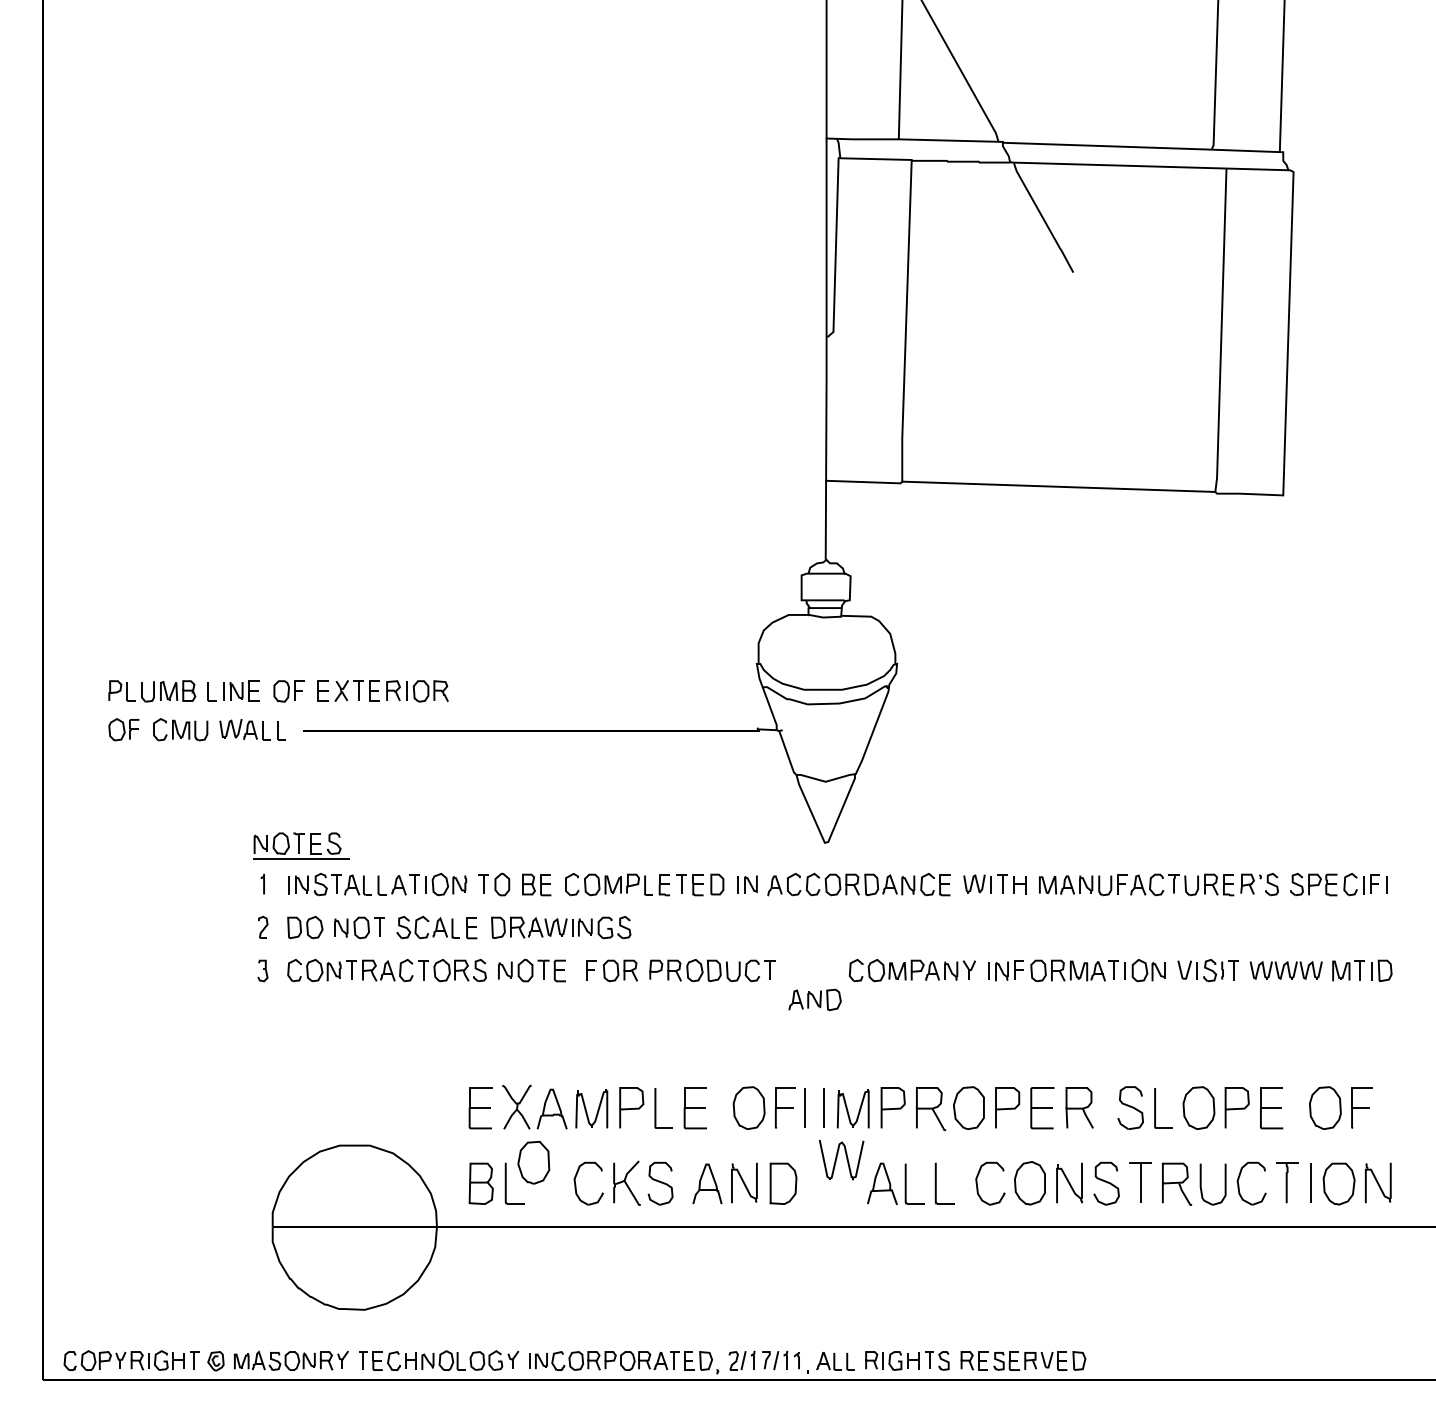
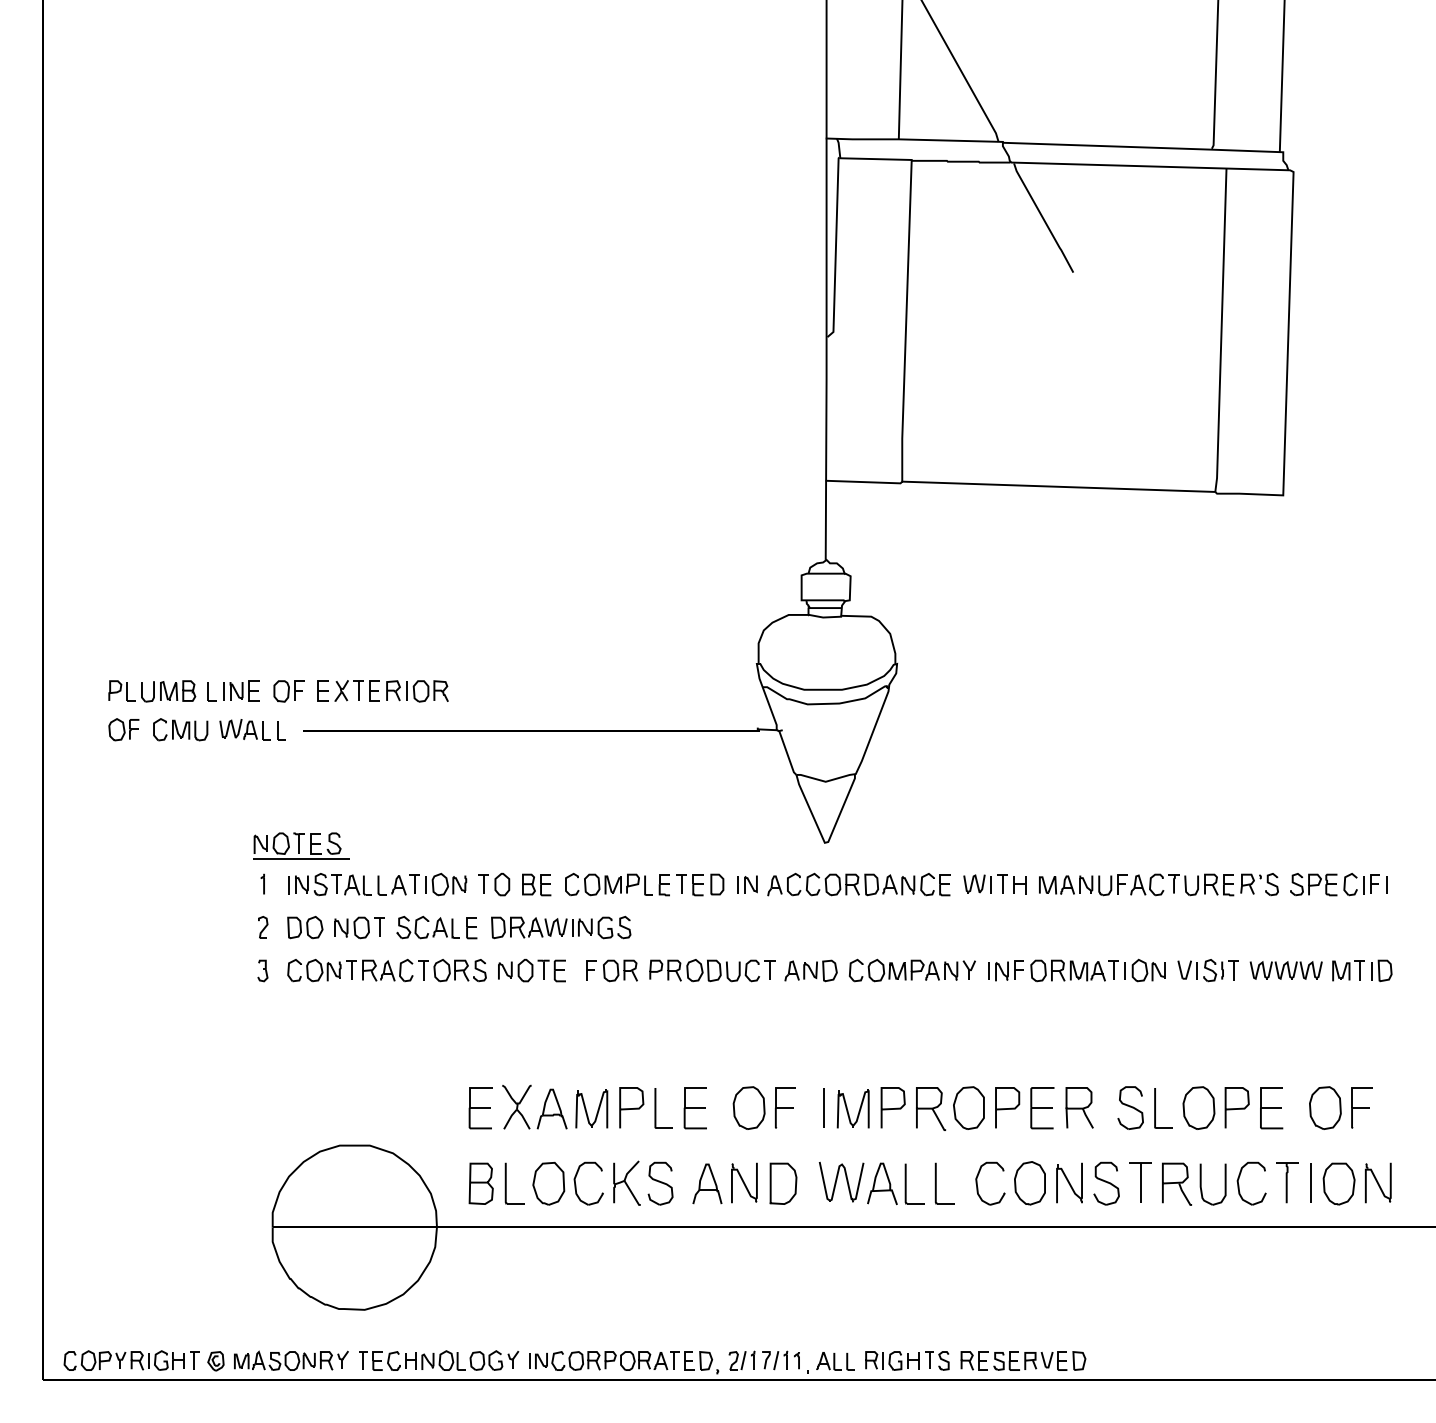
part at (814, 999) position: (814, 999) -> (810, 970)
line at (804, 1107): present -> none
part at (841, 1159) position: (841, 1159) -> (841, 1181)
part at (533, 1162) position: (533, 1162) -> (548, 1183)
